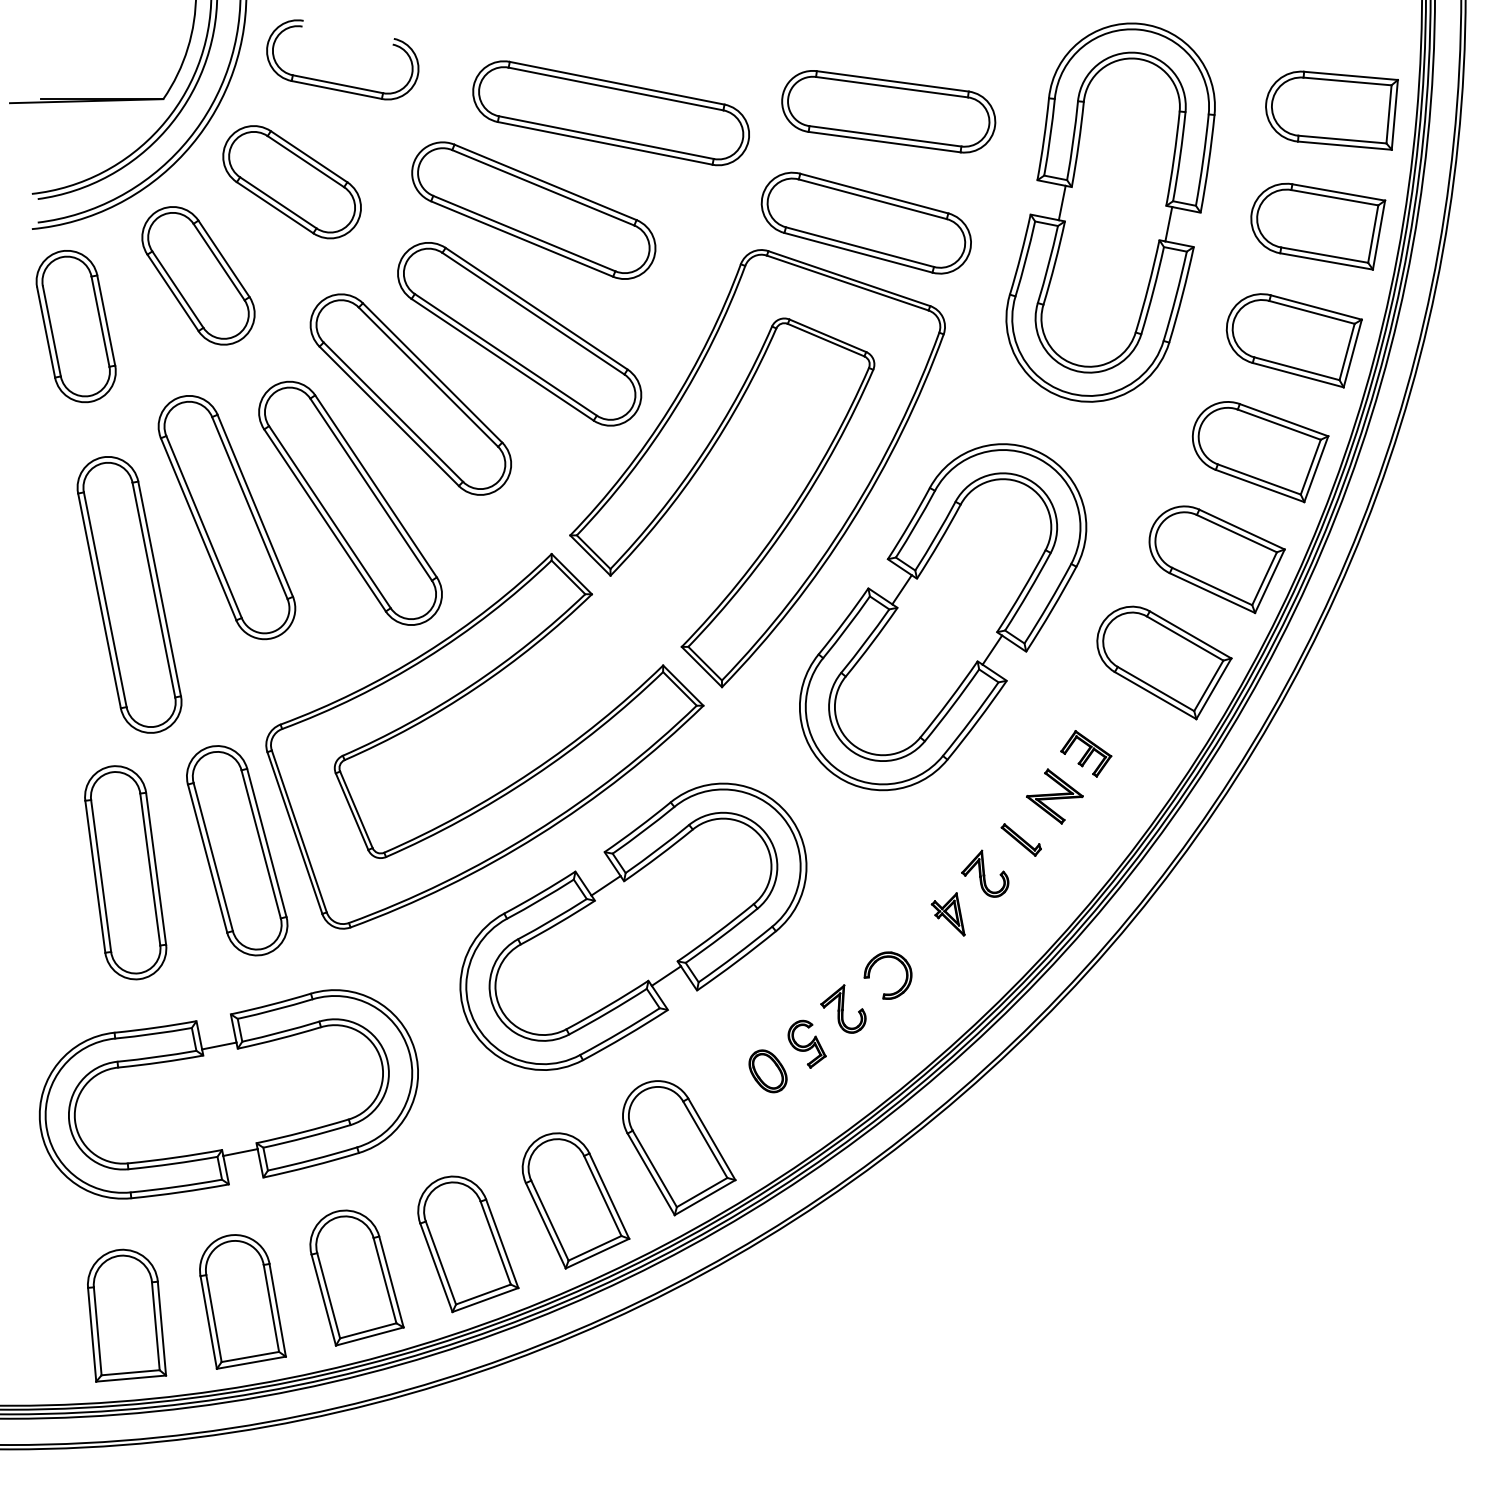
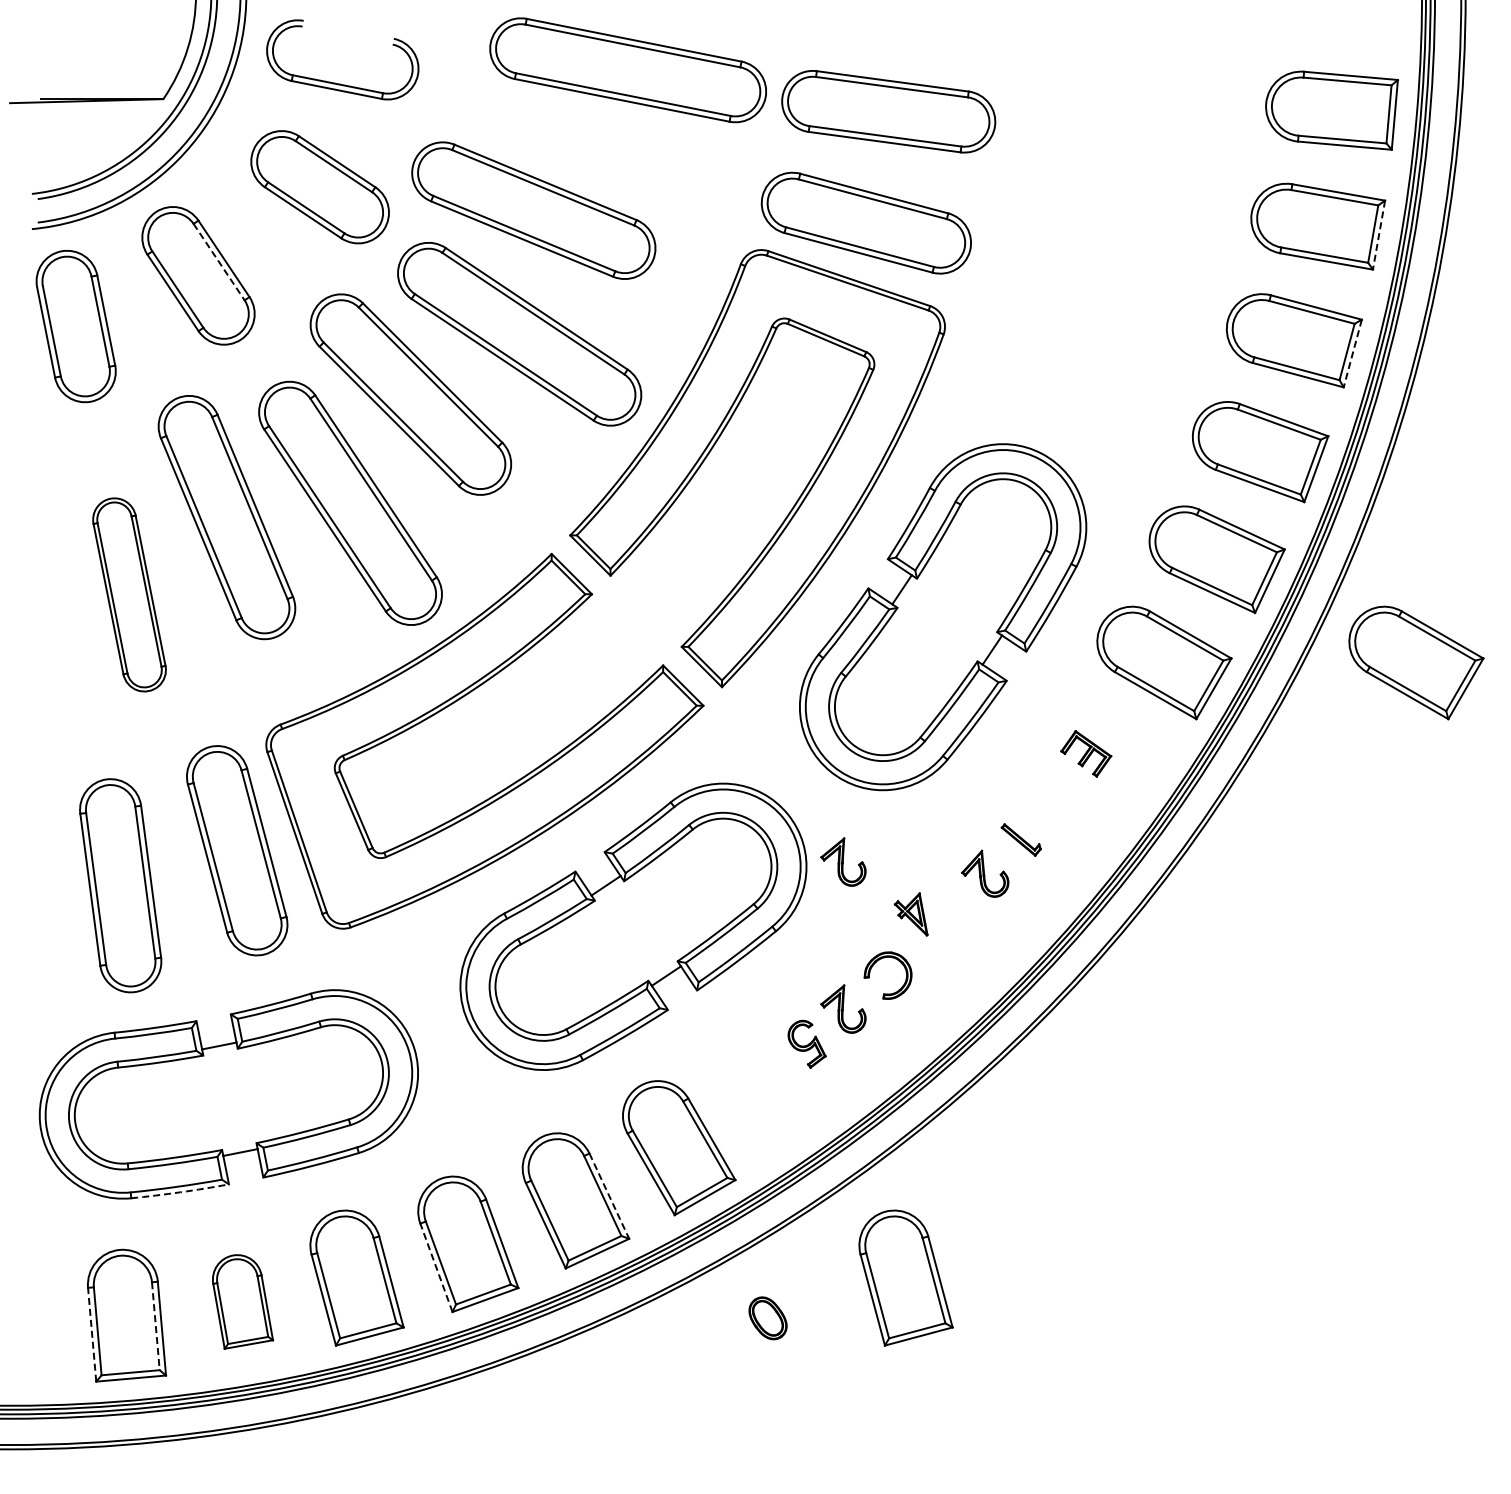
part at (610, 113) position: (610, 113) -> (627, 70)
part at (291, 182) position: (291, 182) -> (319, 187)
part at (1110, 212): present -> none
line at (1378, 235): solid -> dashed
line at (219, 262): solid -> dashed
line at (1352, 354): solid -> dashed
part at (129, 594) size: 107x278 px -> 75x196 px
part at (1416, 662): none -> present
part at (1054, 796): present -> none
part at (843, 861): none -> present
part at (125, 872) position: (125, 872) -> (120, 885)
part at (947, 914) position: (947, 914) -> (910, 914)
part at (767, 1071) position: (767, 1071) -> (767, 1318)
arc at (180, 1192): solid -> dashed
line at (609, 1196): solid -> dashed
line at (436, 1267): solid -> dashed
part at (905, 1277): none -> present
part at (242, 1301) size: 88x136 px -> 63x96 px
line at (155, 1326): solid -> dashed
line at (92, 1334): solid -> dashed
